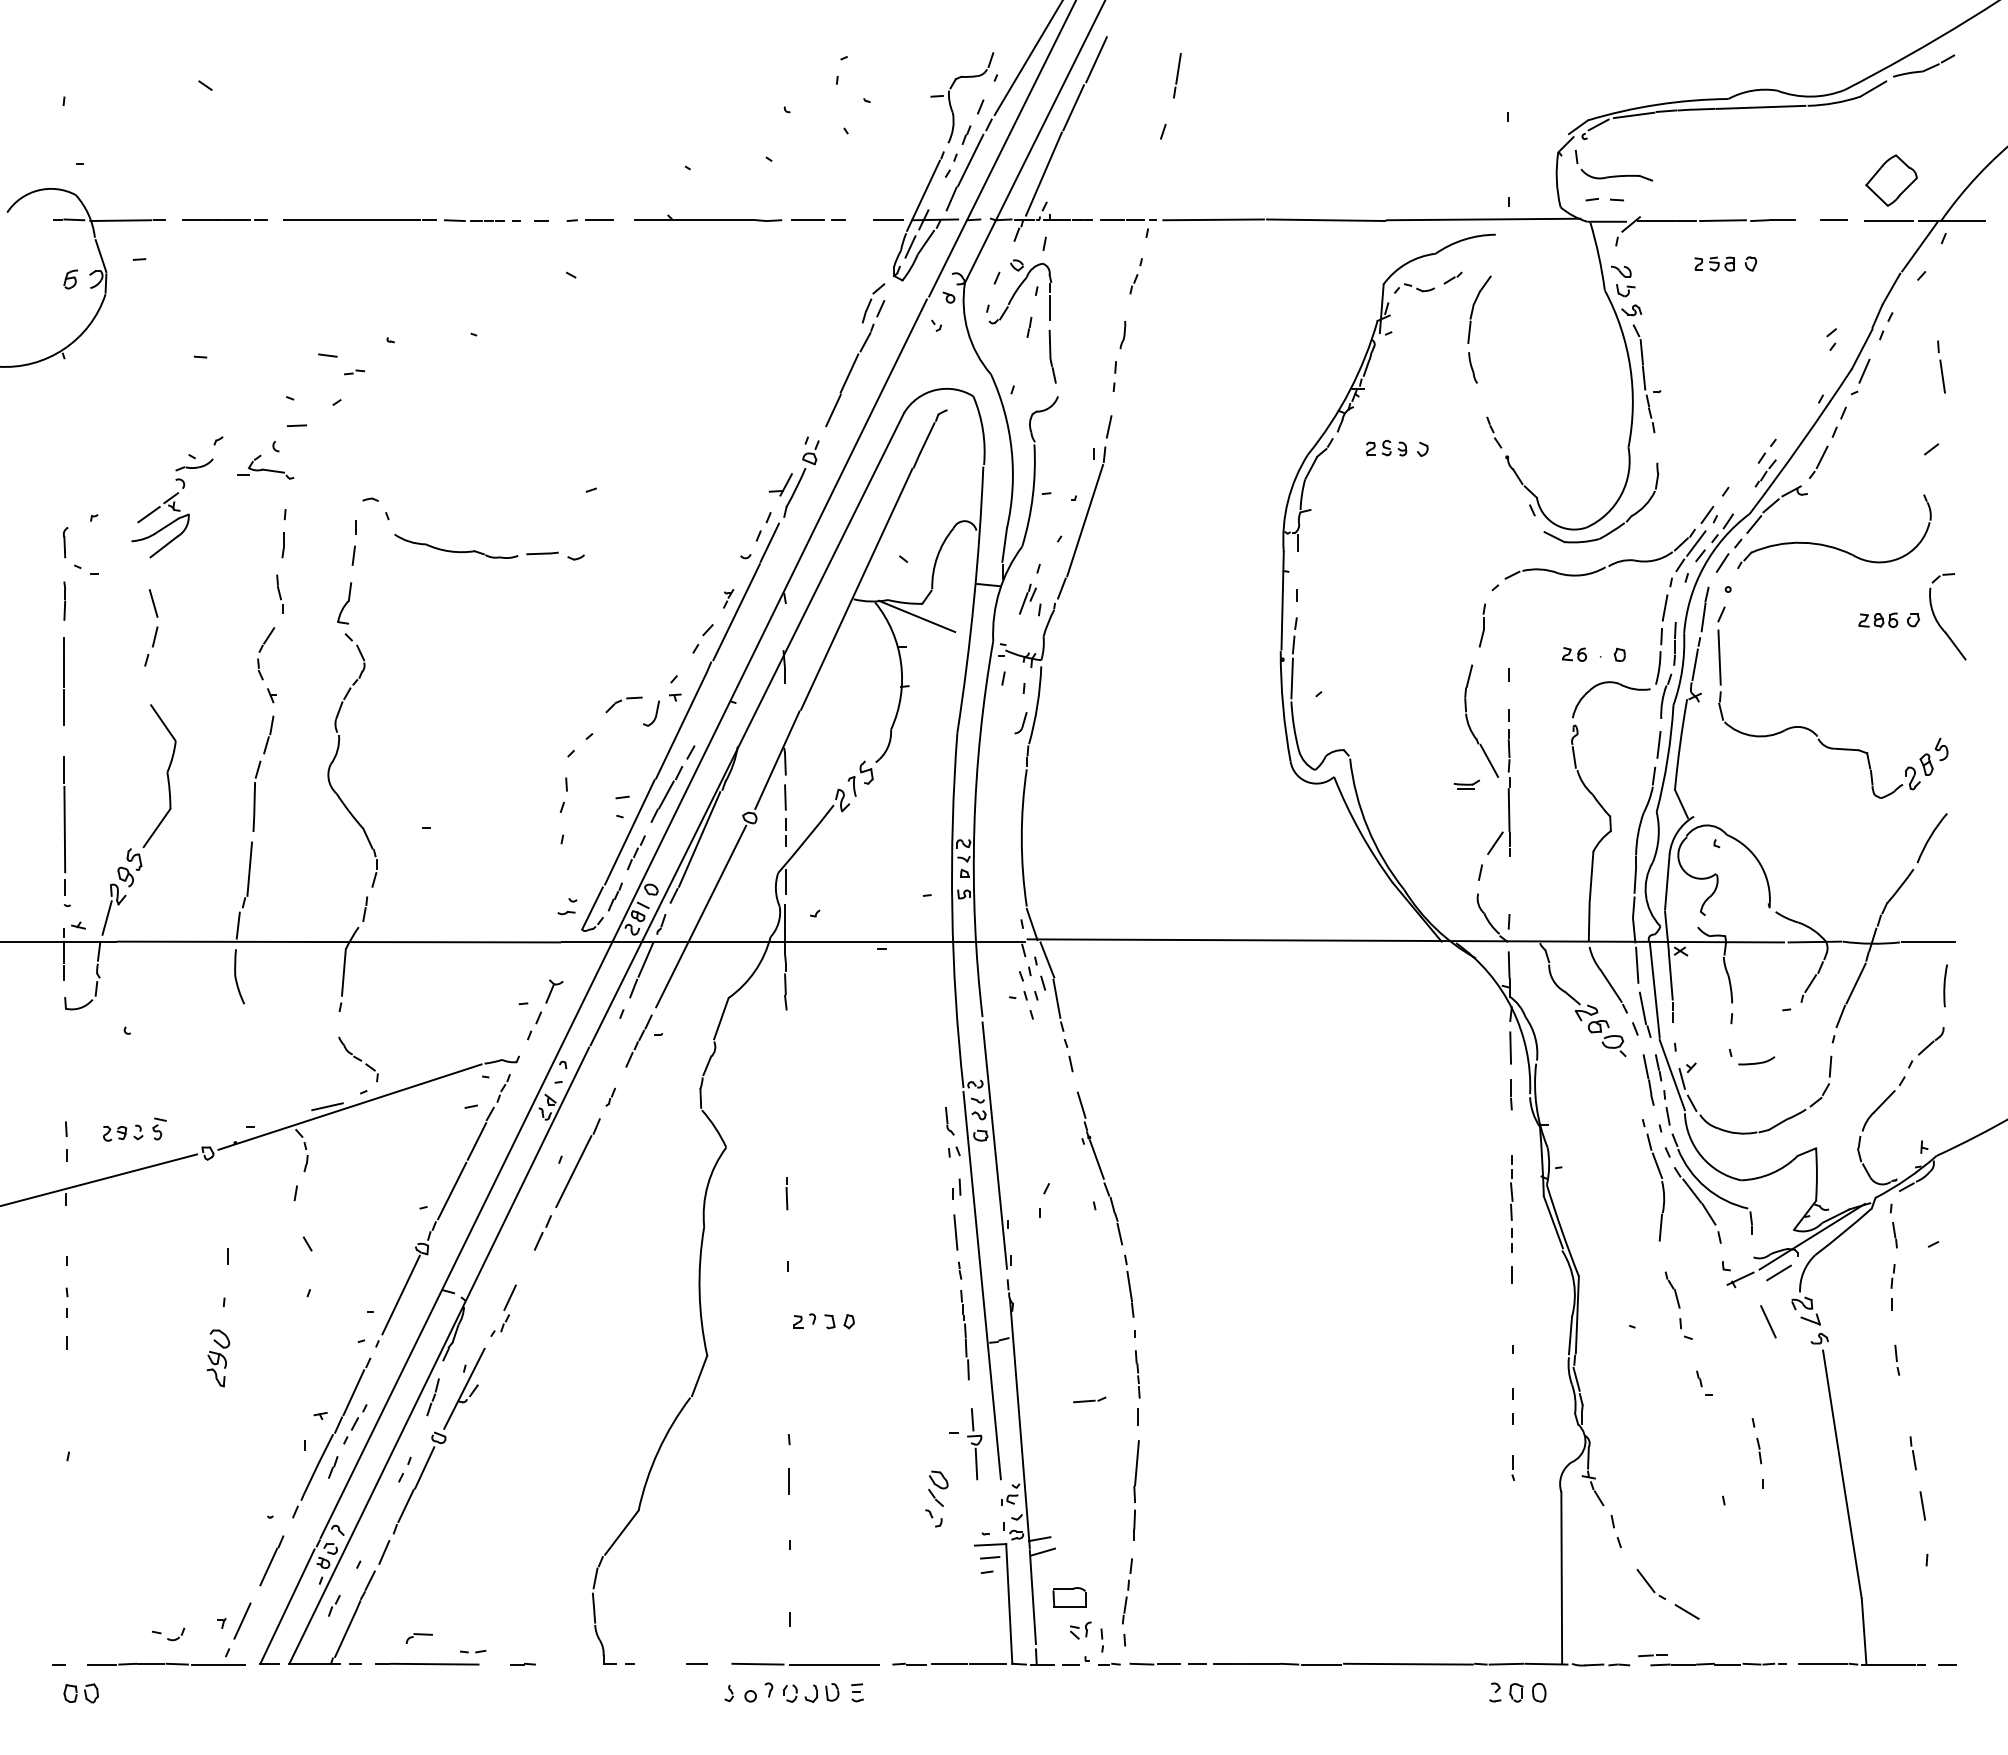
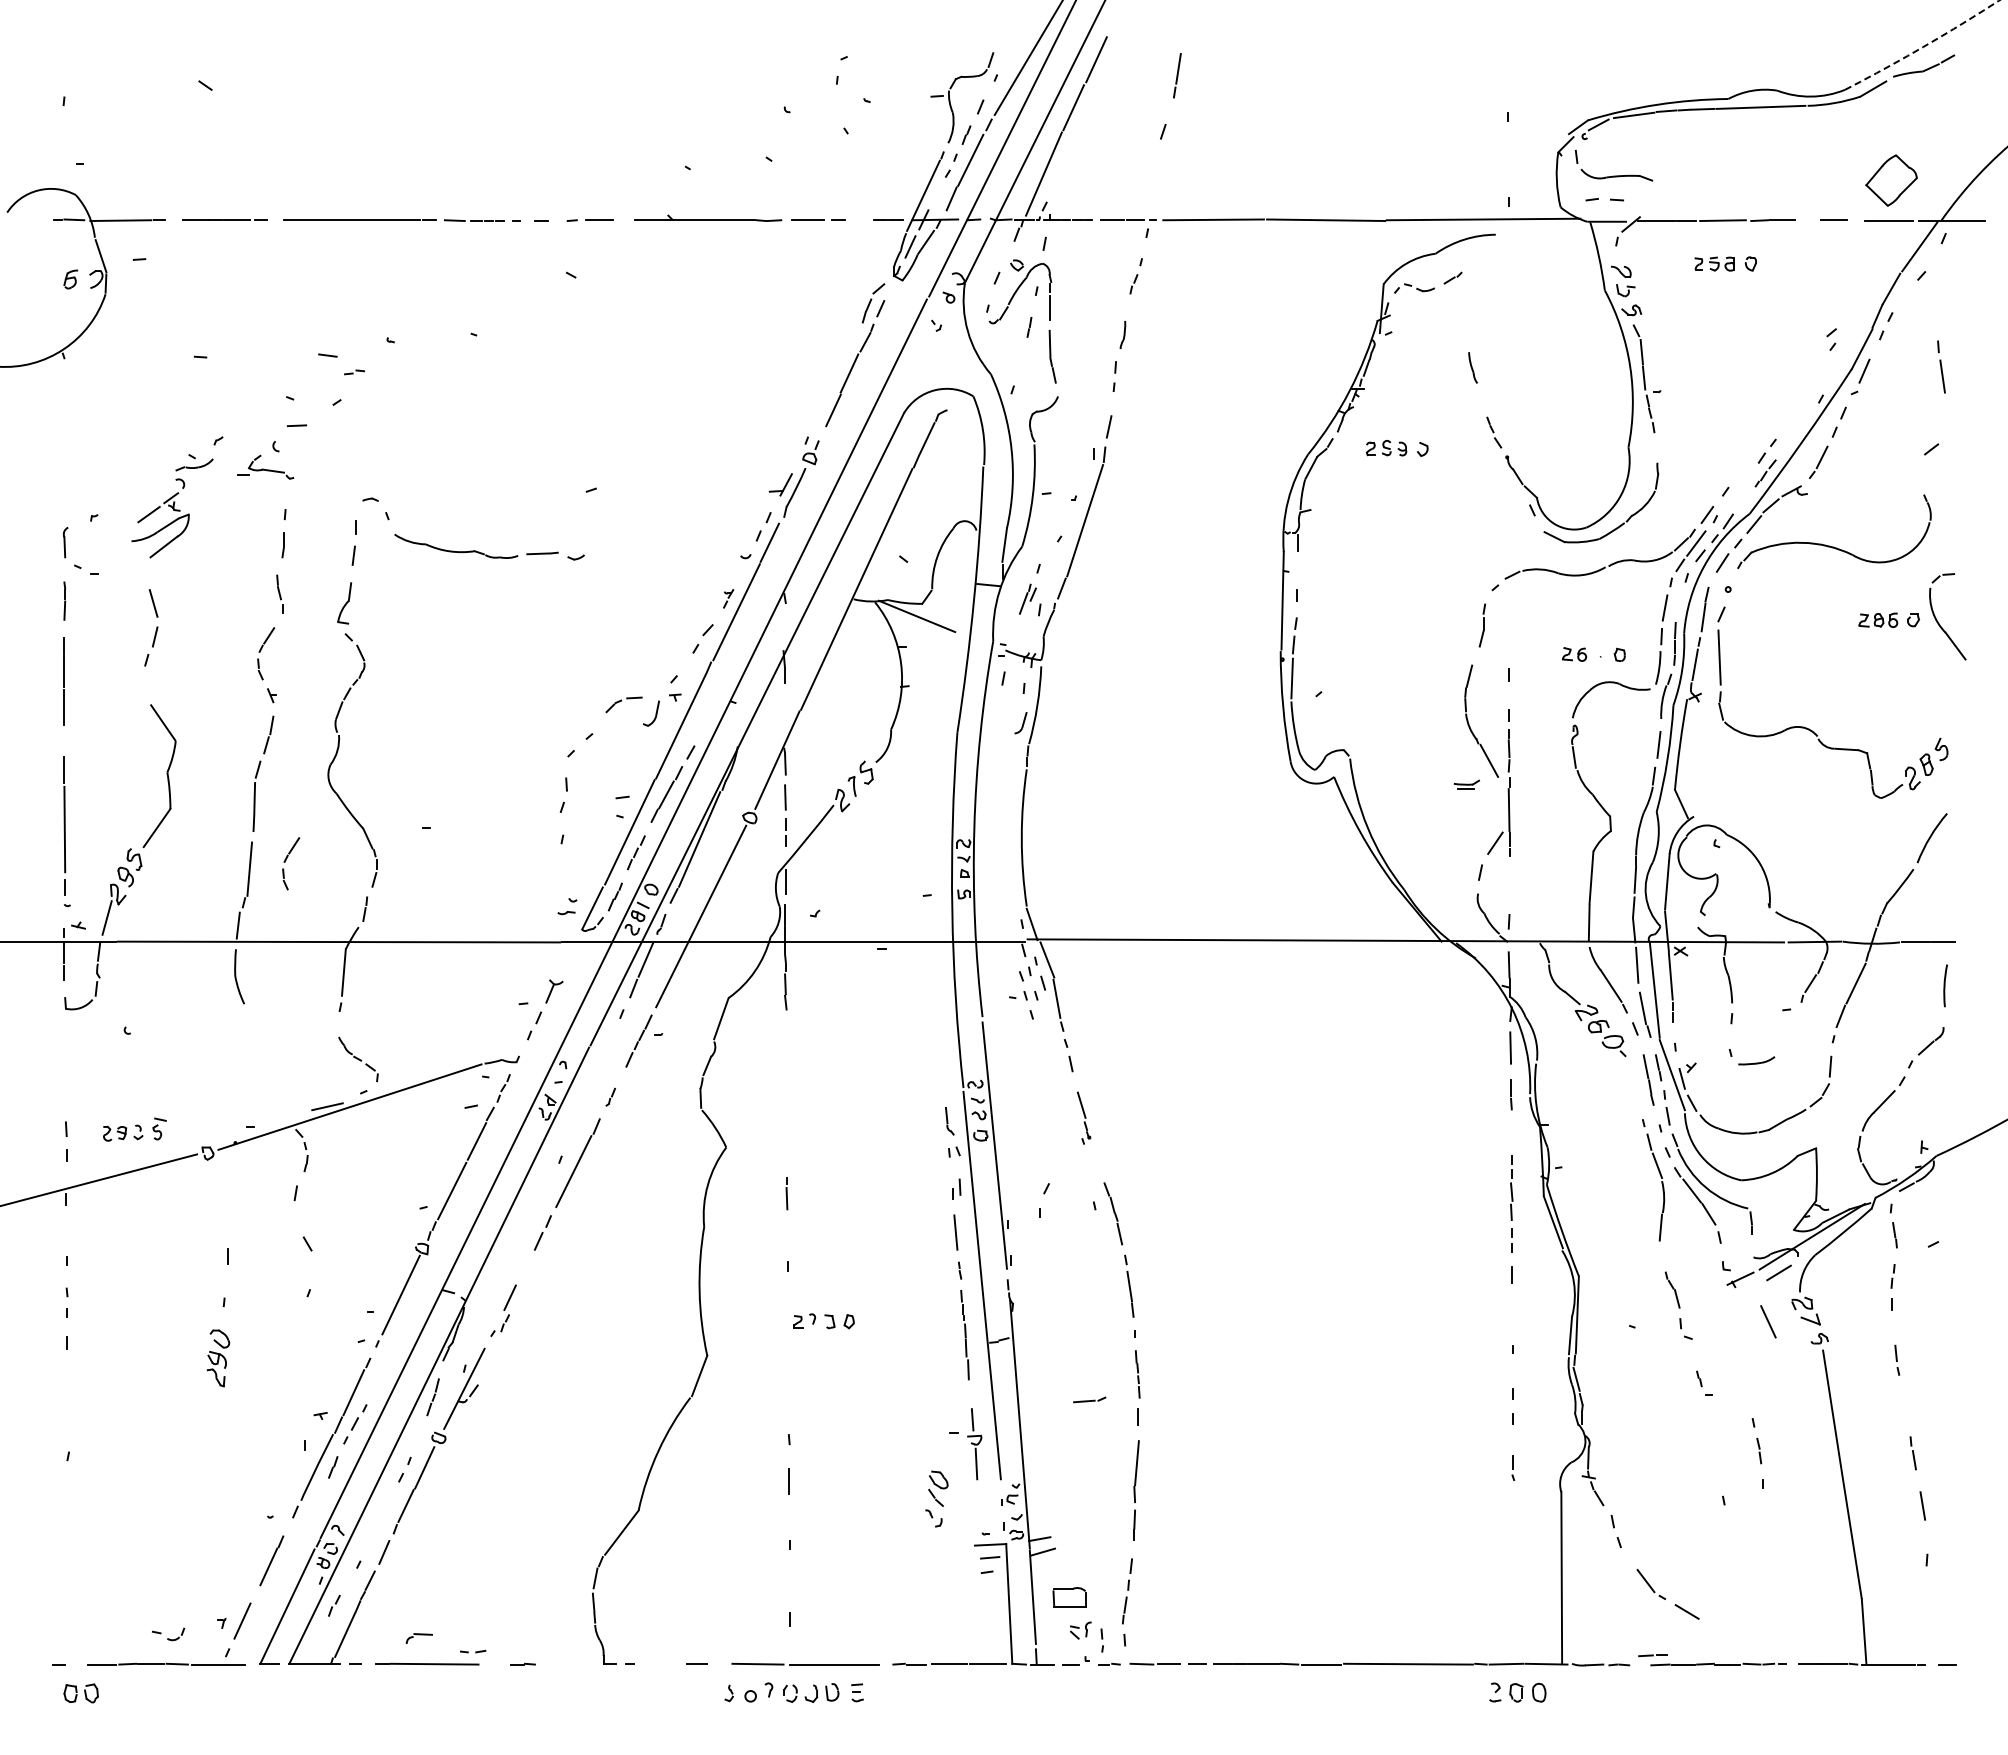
arc at (1923, 46): solid -> dashed
part at (1479, 309): present -> none
part at (291, 863): none -> present
line at (1096, 1159): present -> none
